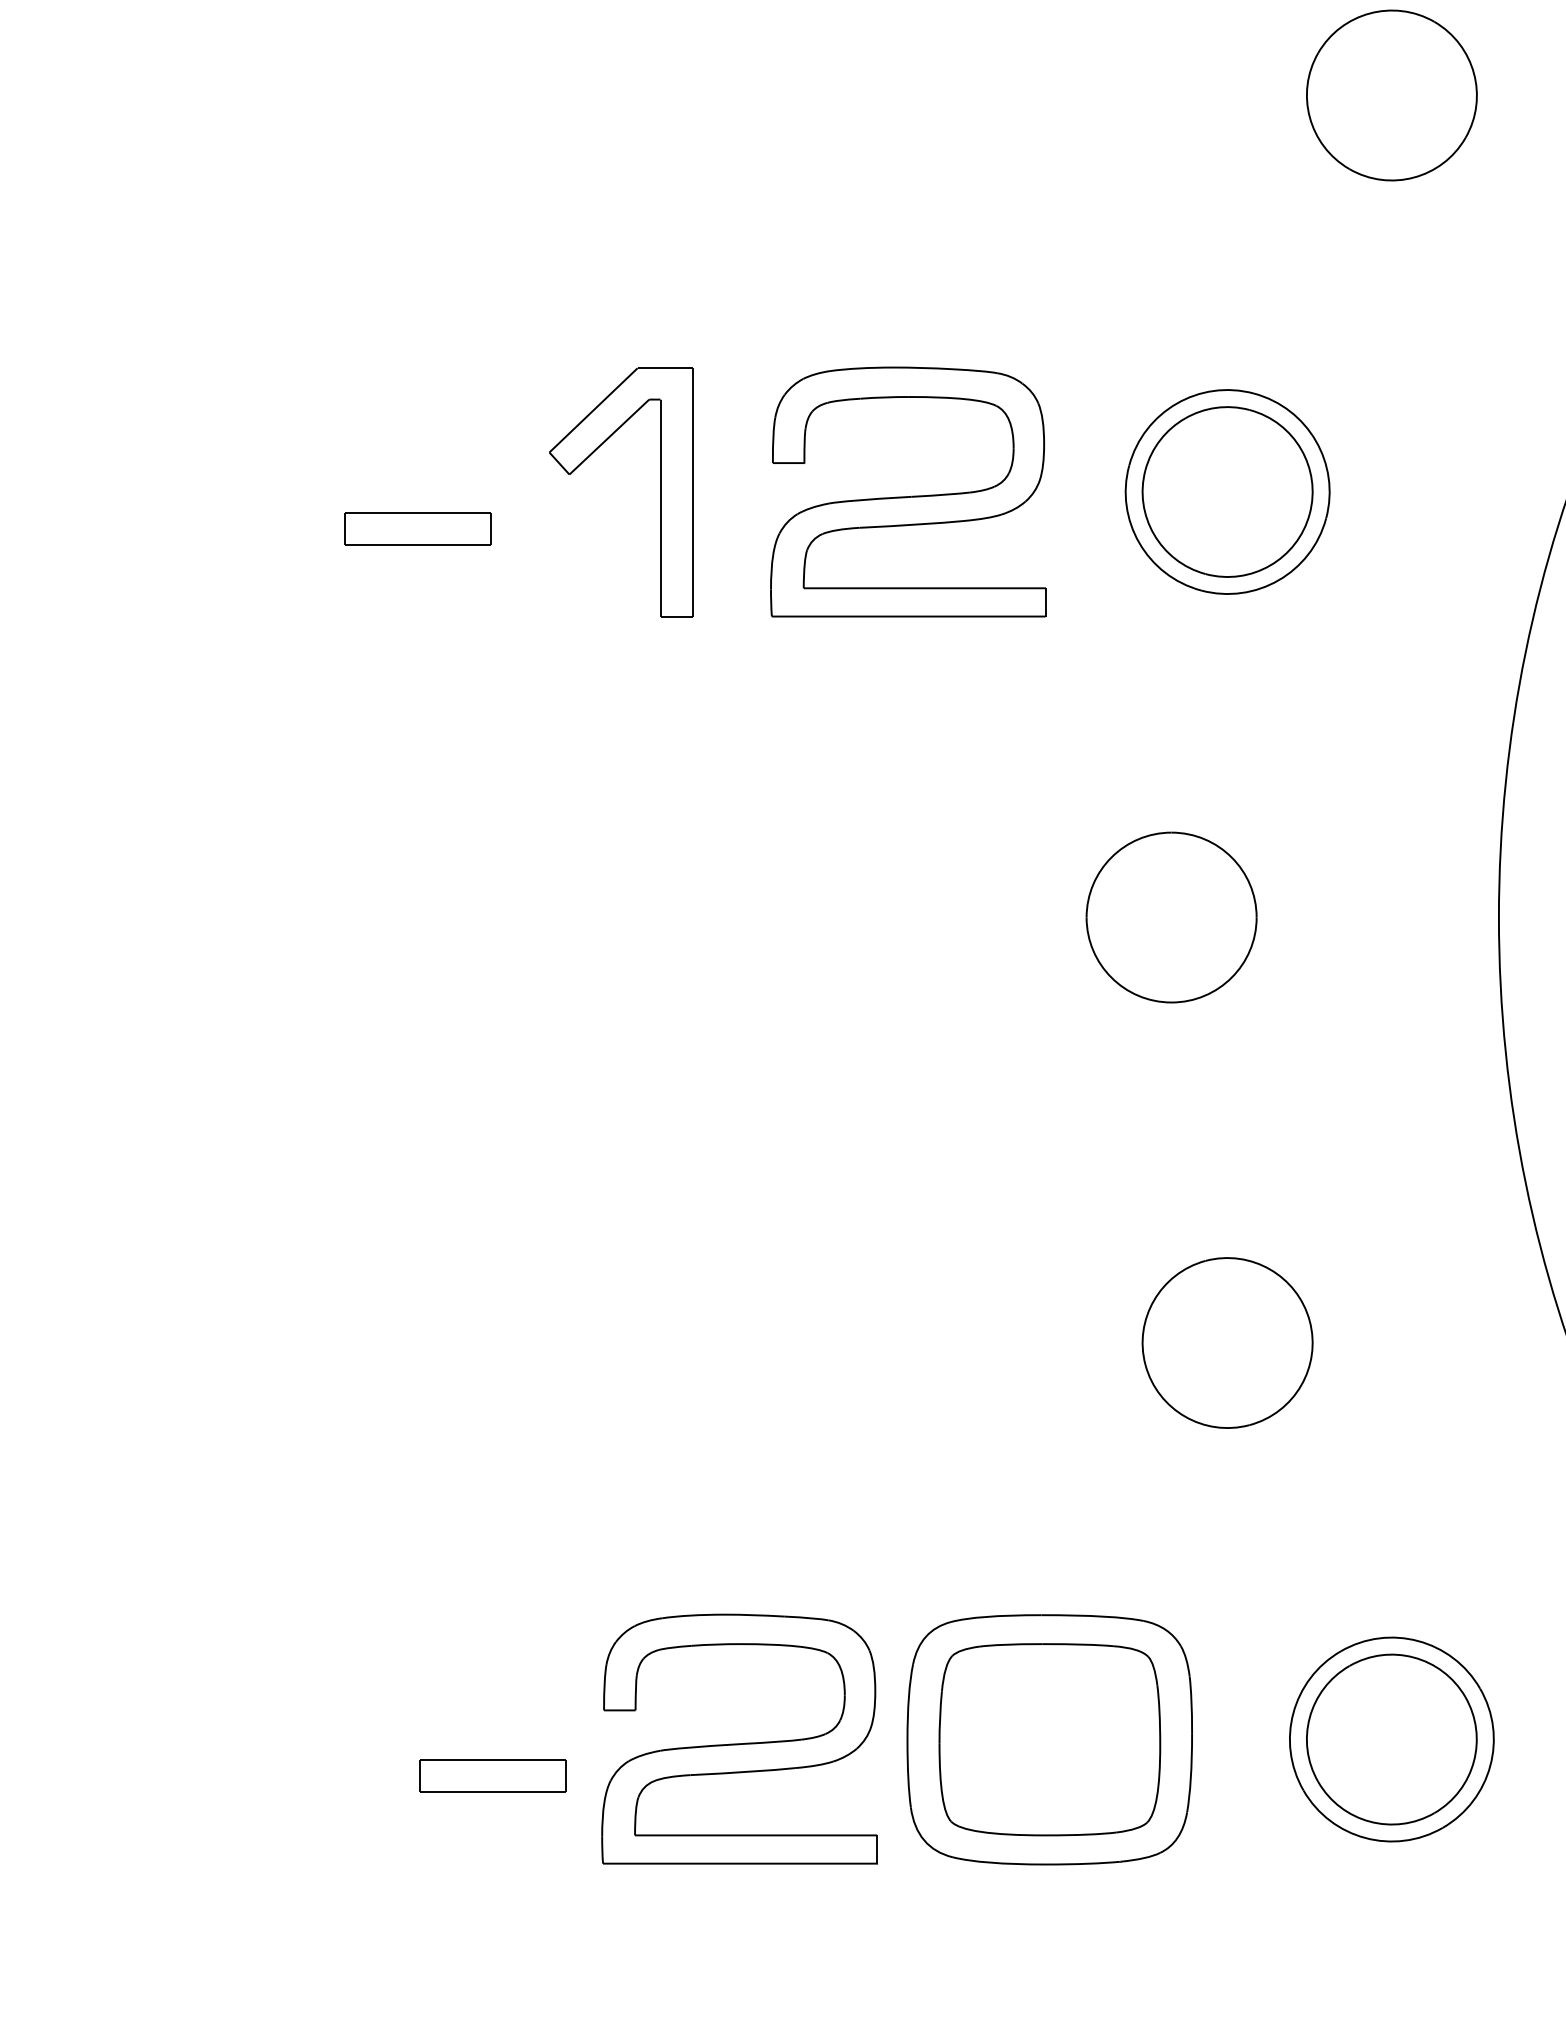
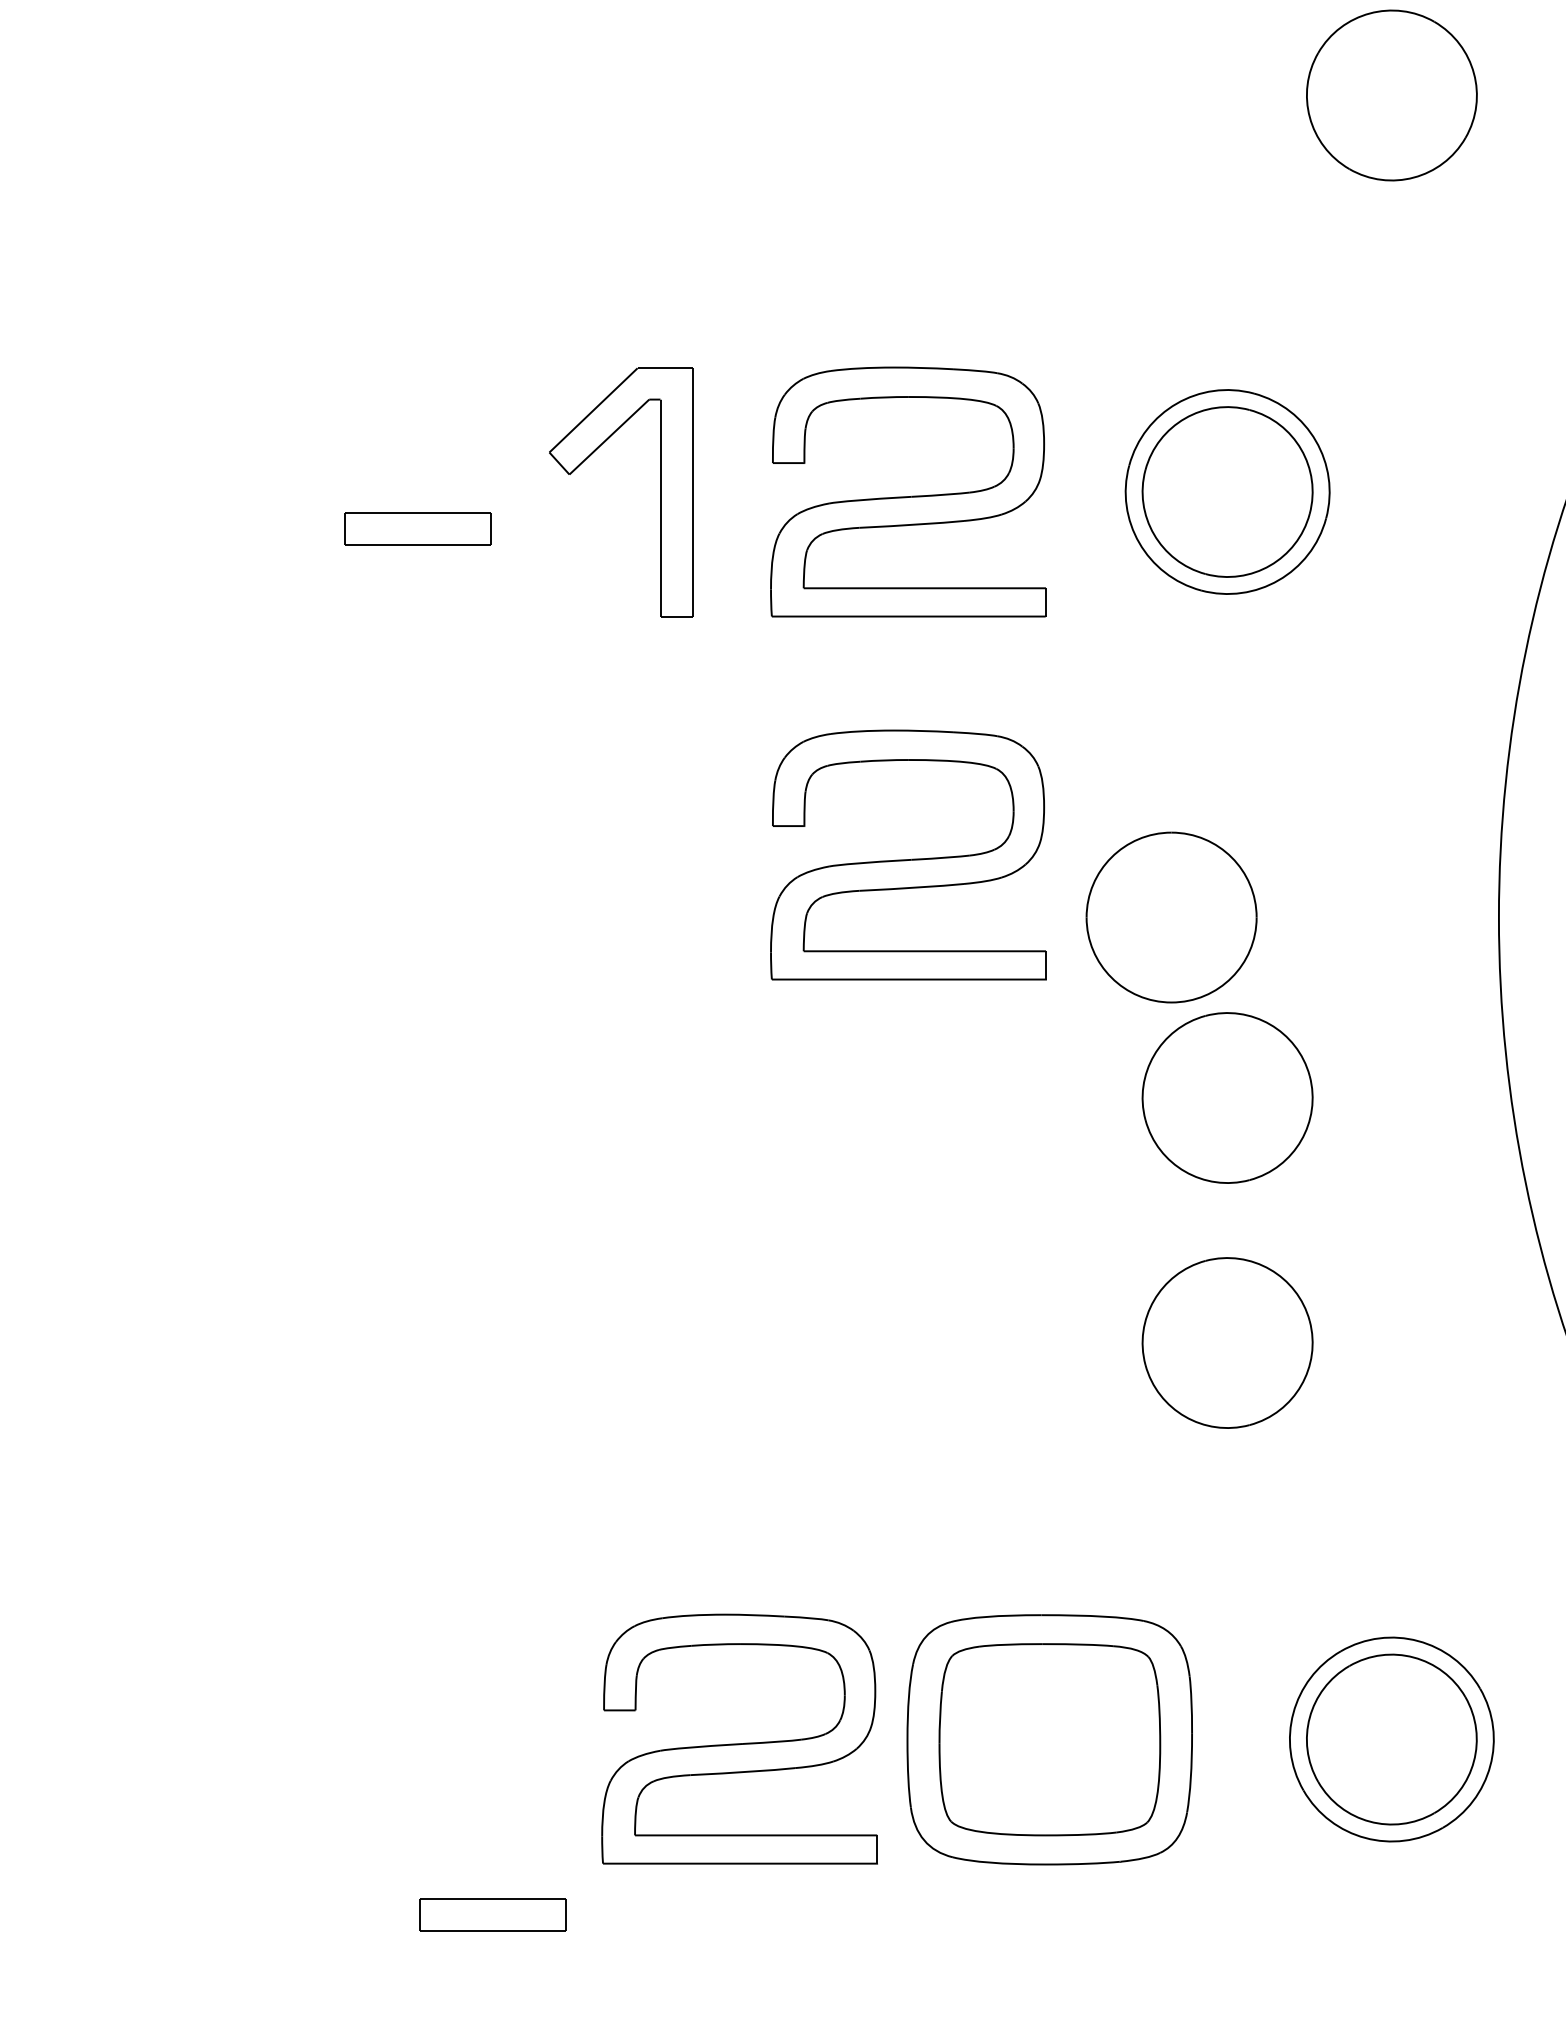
part at (908, 854): none -> present
part at (1227, 1097): none -> present
part at (492, 1775) position: (492, 1775) -> (492, 1914)
